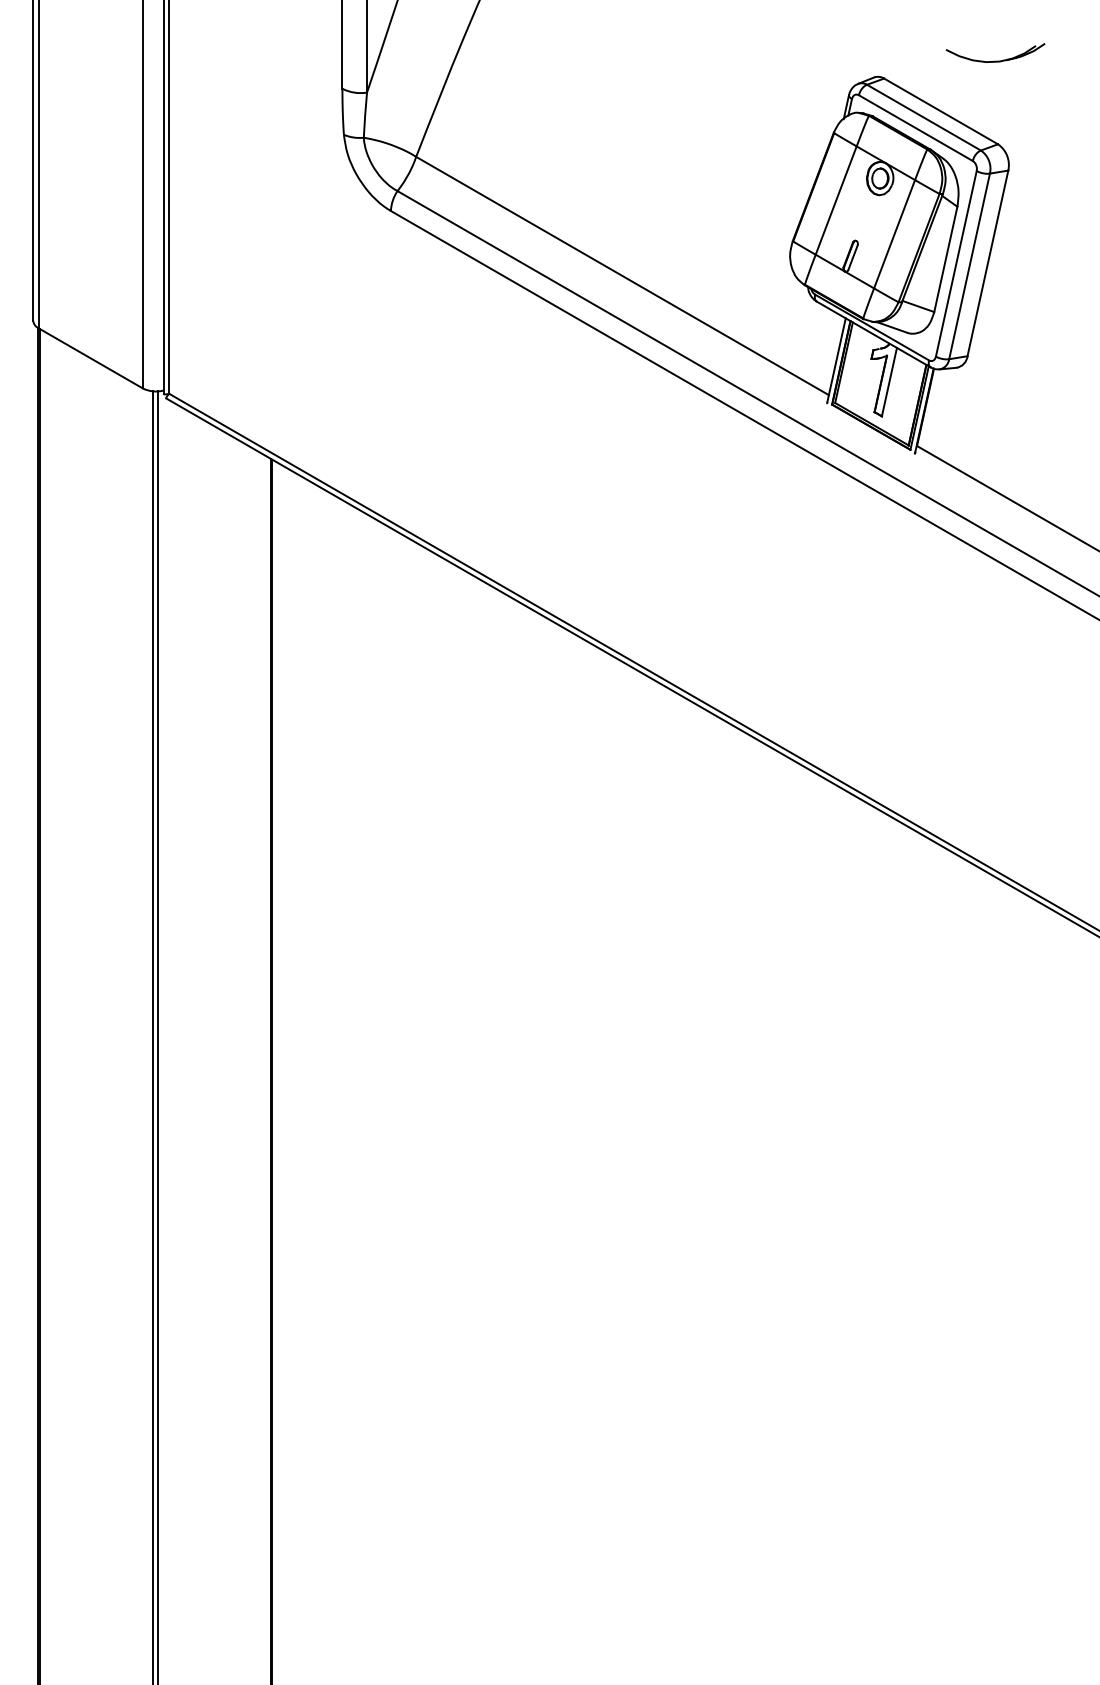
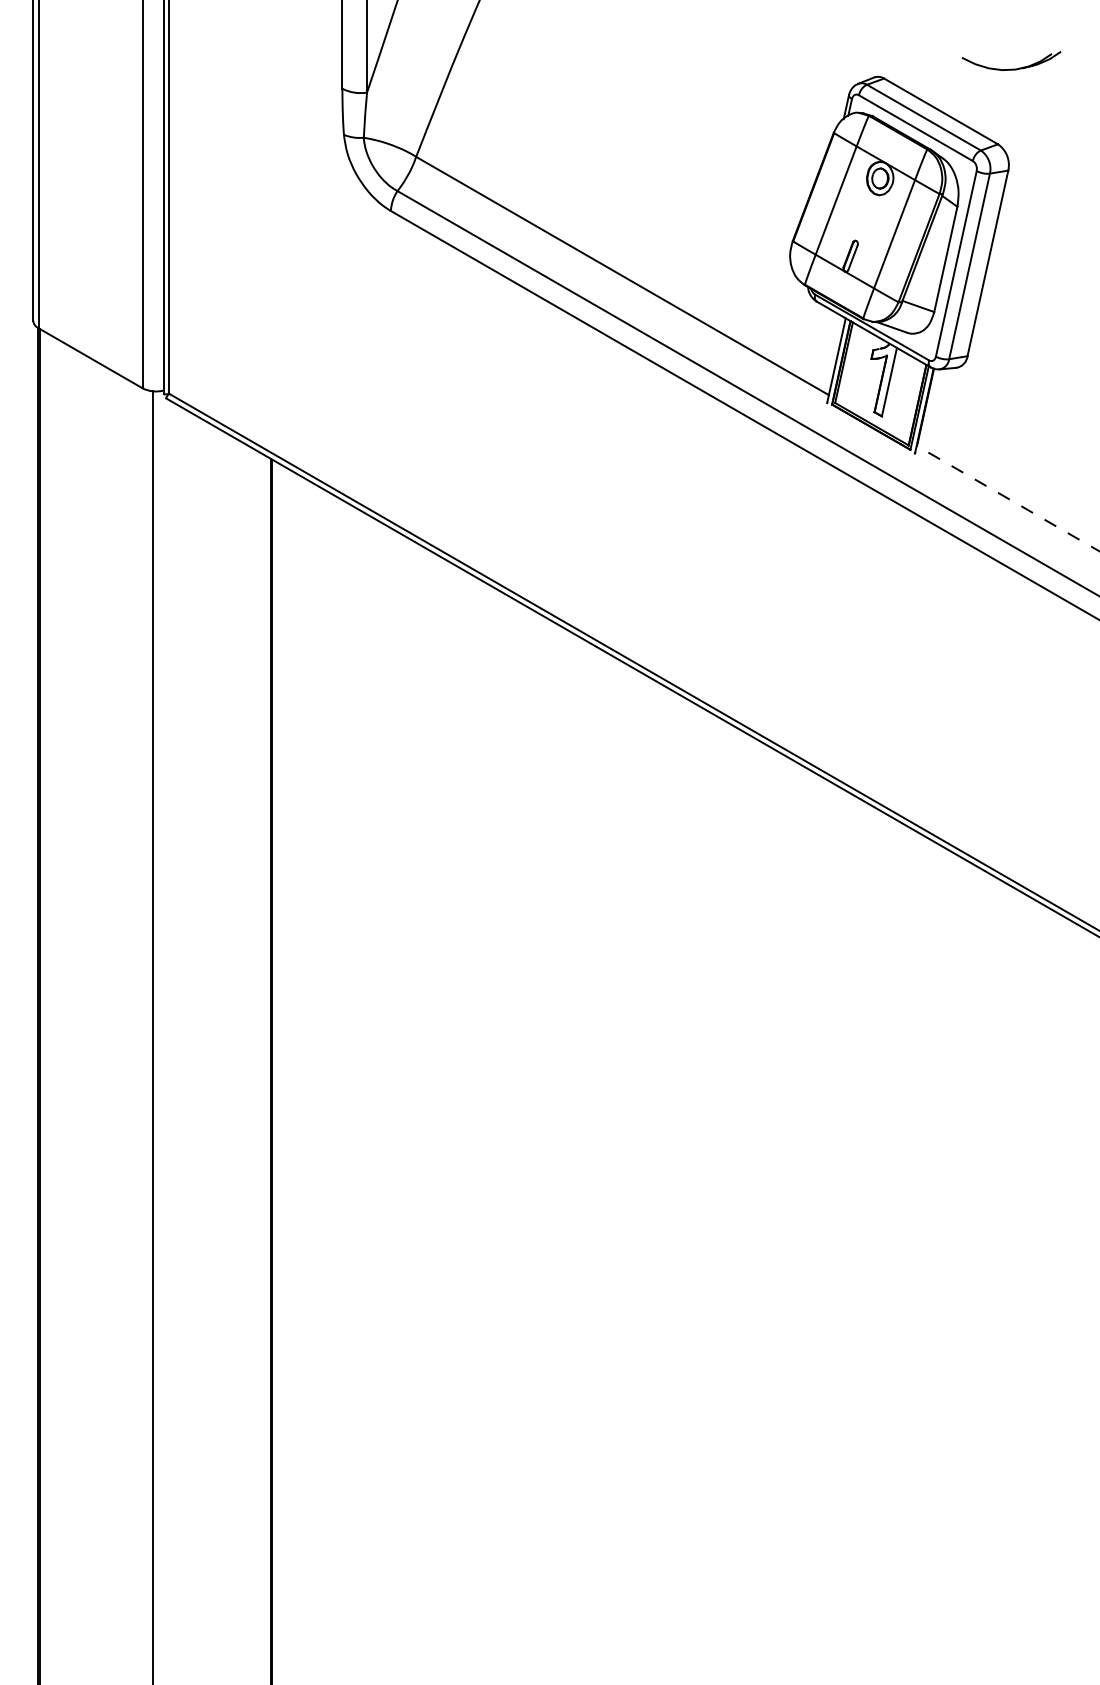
part at (995, 60) position: (995, 60) -> (1011, 68)
line at (1007, 498): solid -> dashed
line at (158, 1036): present -> none
